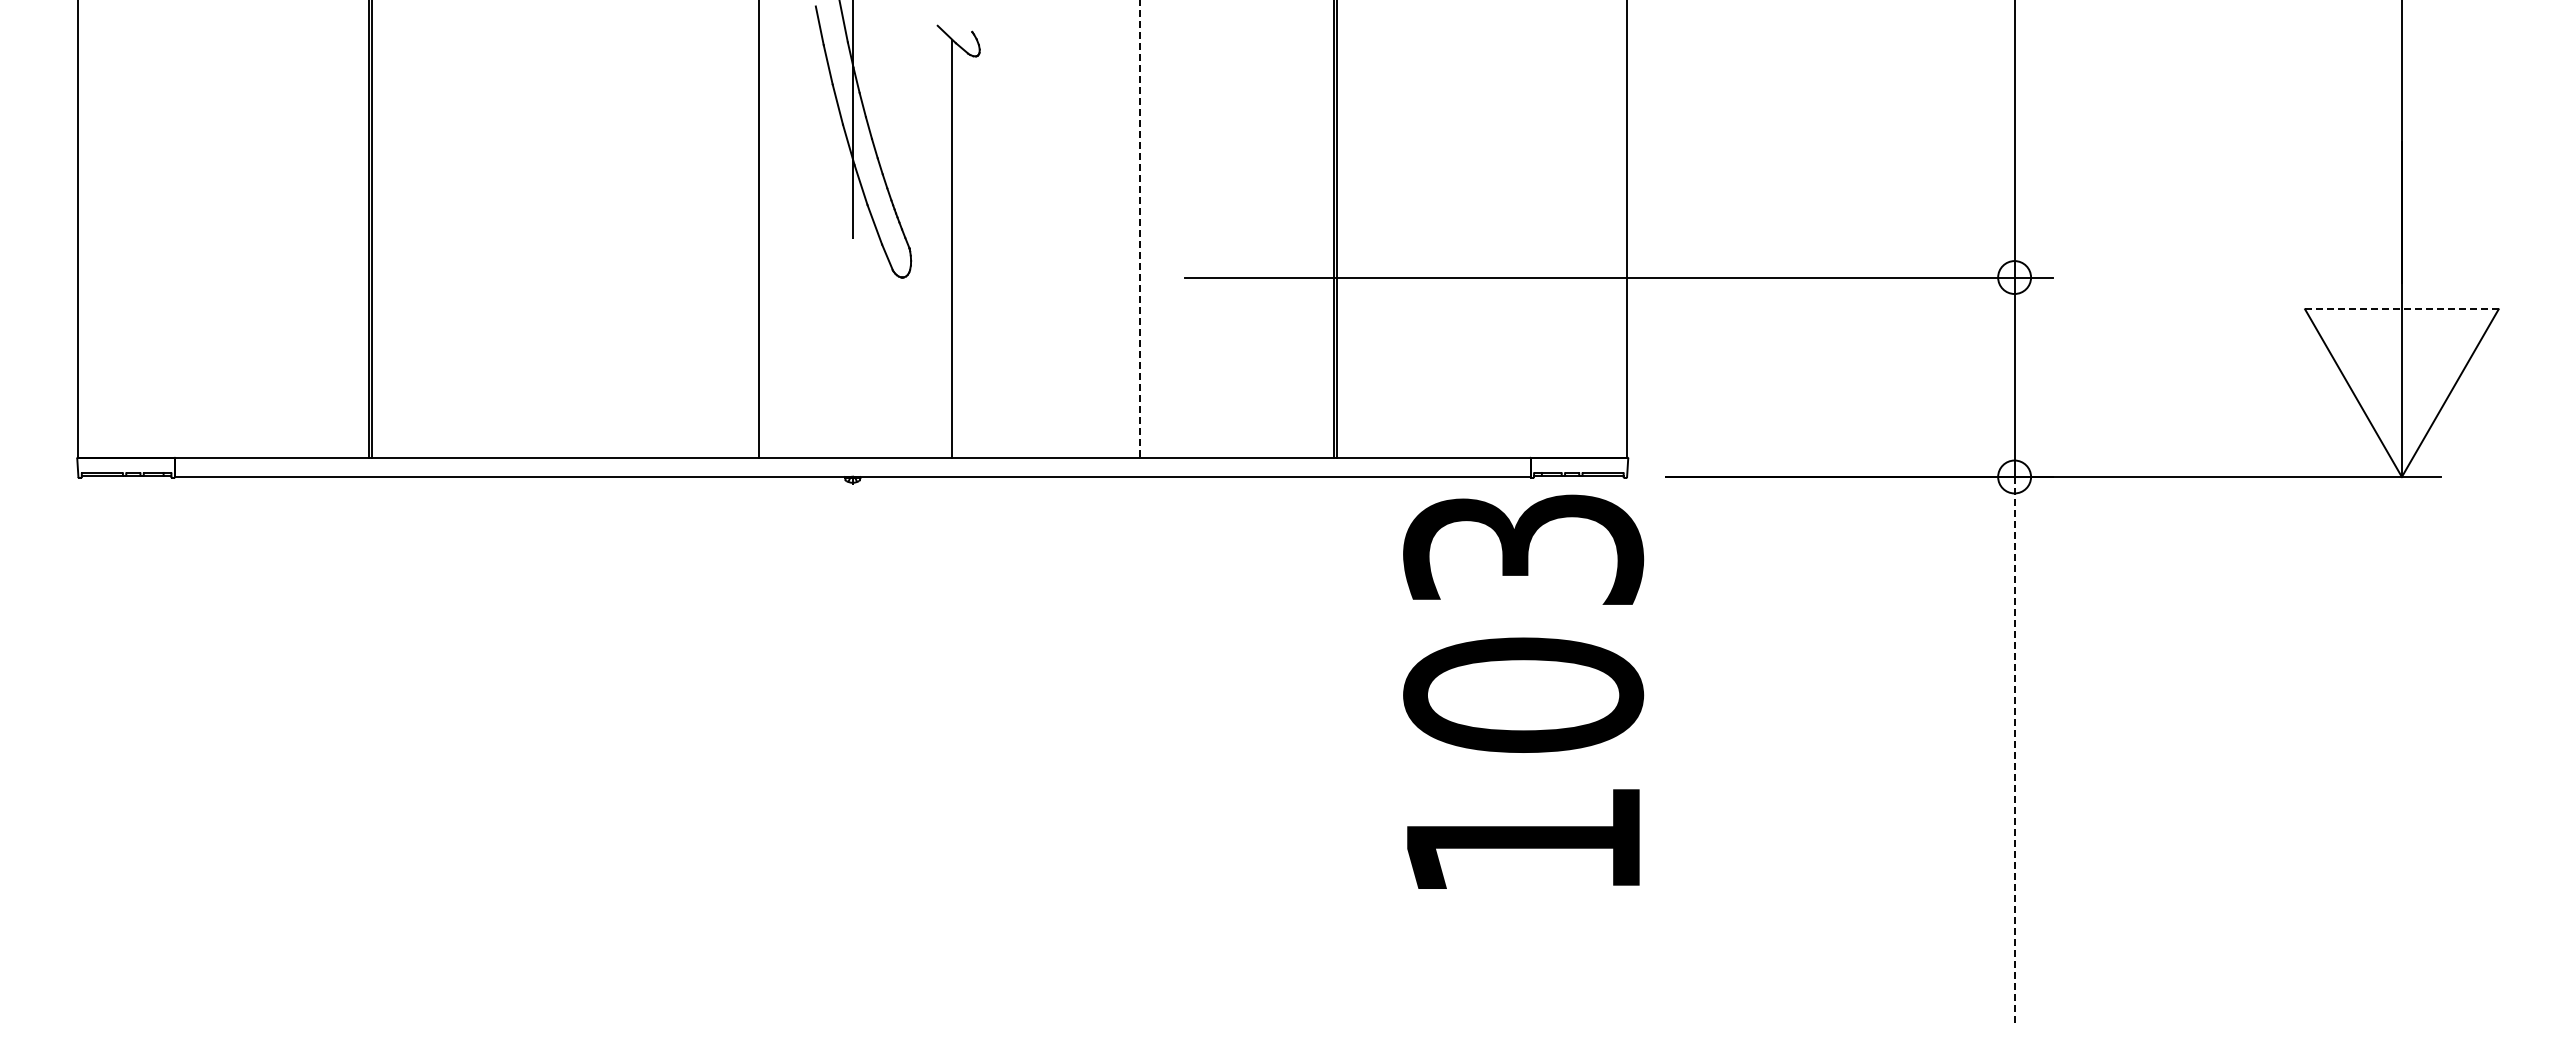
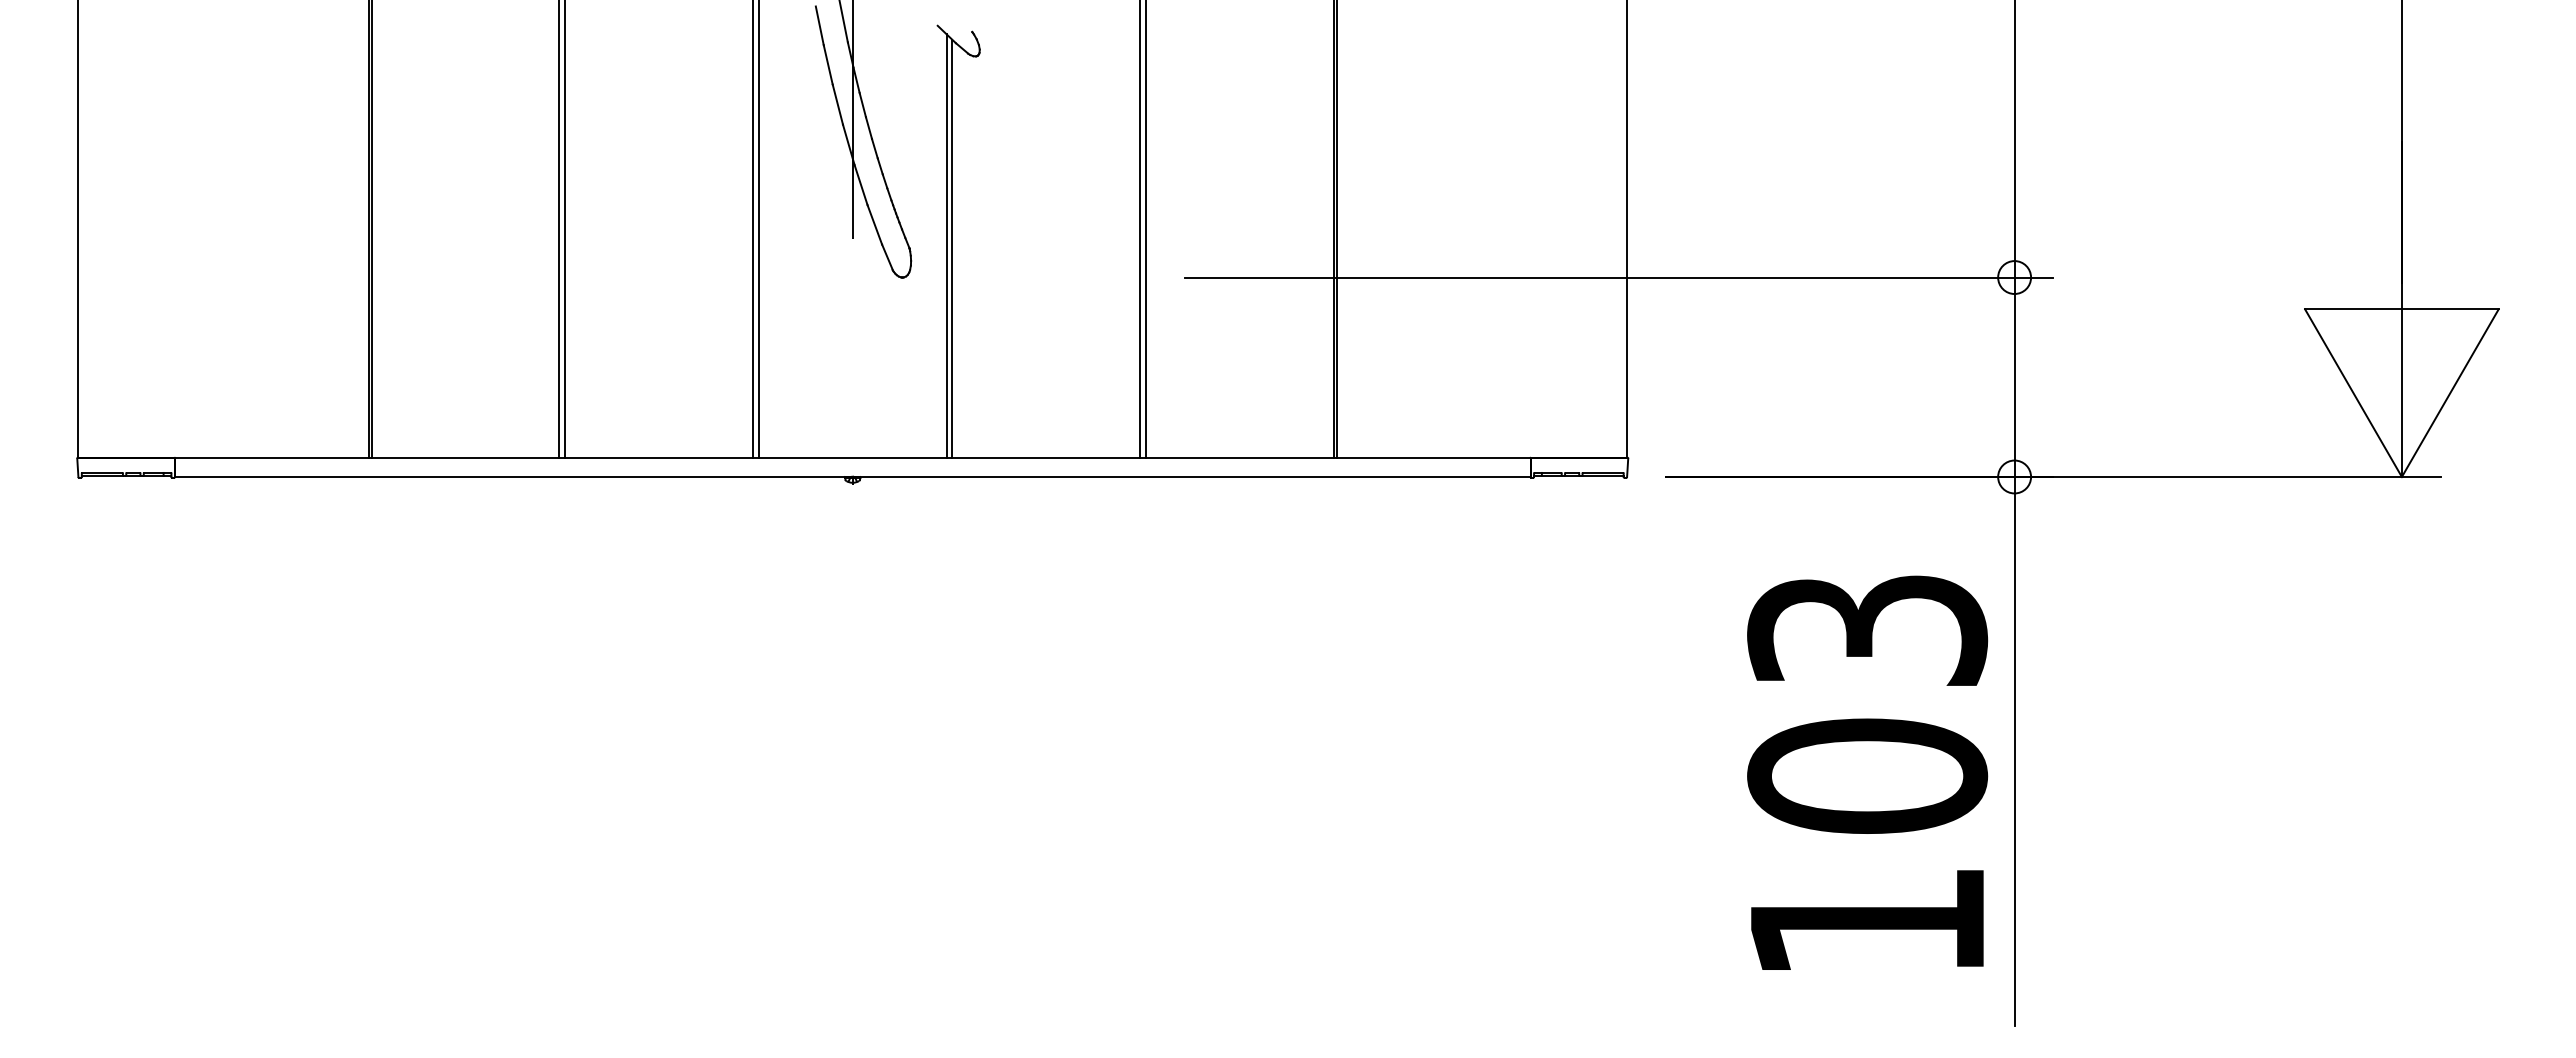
line at (559, 229): none -> present
line at (565, 229): none -> present
line at (753, 229): none -> present
line at (1140, 229): dashed -> solid
line at (1146, 229): none -> present
line at (946, 245): none -> present
line at (2401, 309): dashed -> solid
text at (1523, 691) position: (1523, 691) -> (1867, 772)
line at (2014, 751): dashed -> solid
